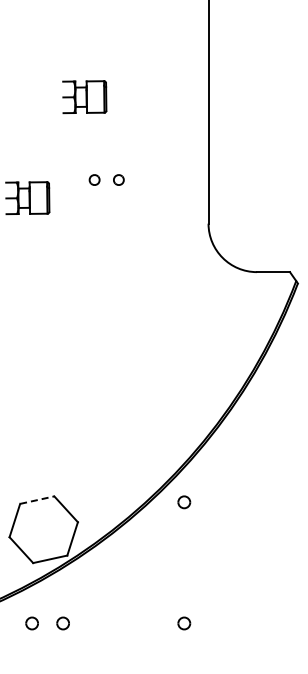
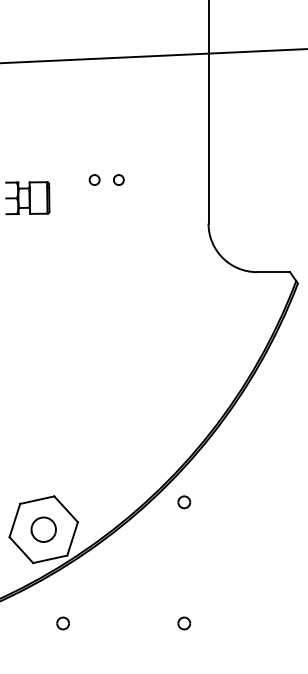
line at (153, 56): none -> present
part at (84, 97): present -> none
line at (37, 500): dashed -> solid
part at (43, 529): none -> present
part at (31, 623): present -> none
